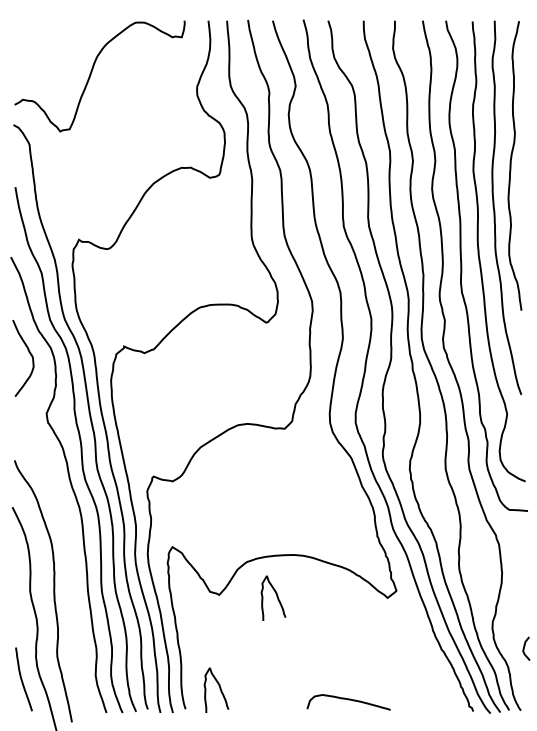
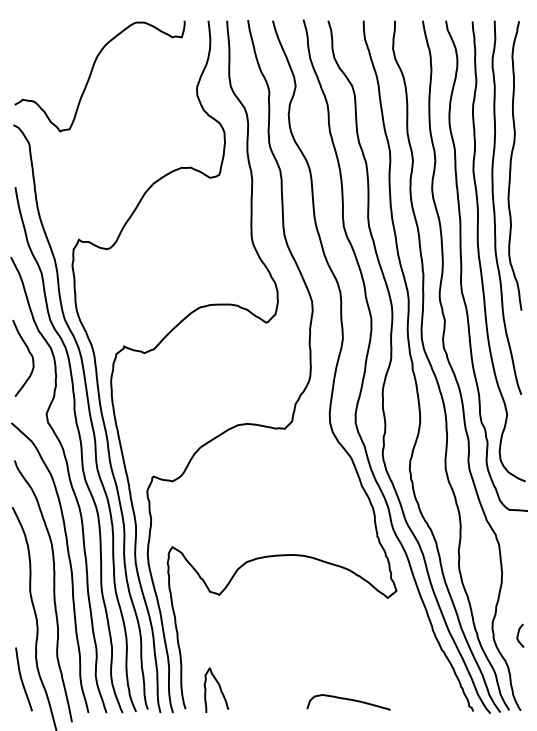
curve at (69, 565): none -> present
curve at (276, 597): present -> none
curve at (524, 648) position: (524, 648) -> (518, 635)
